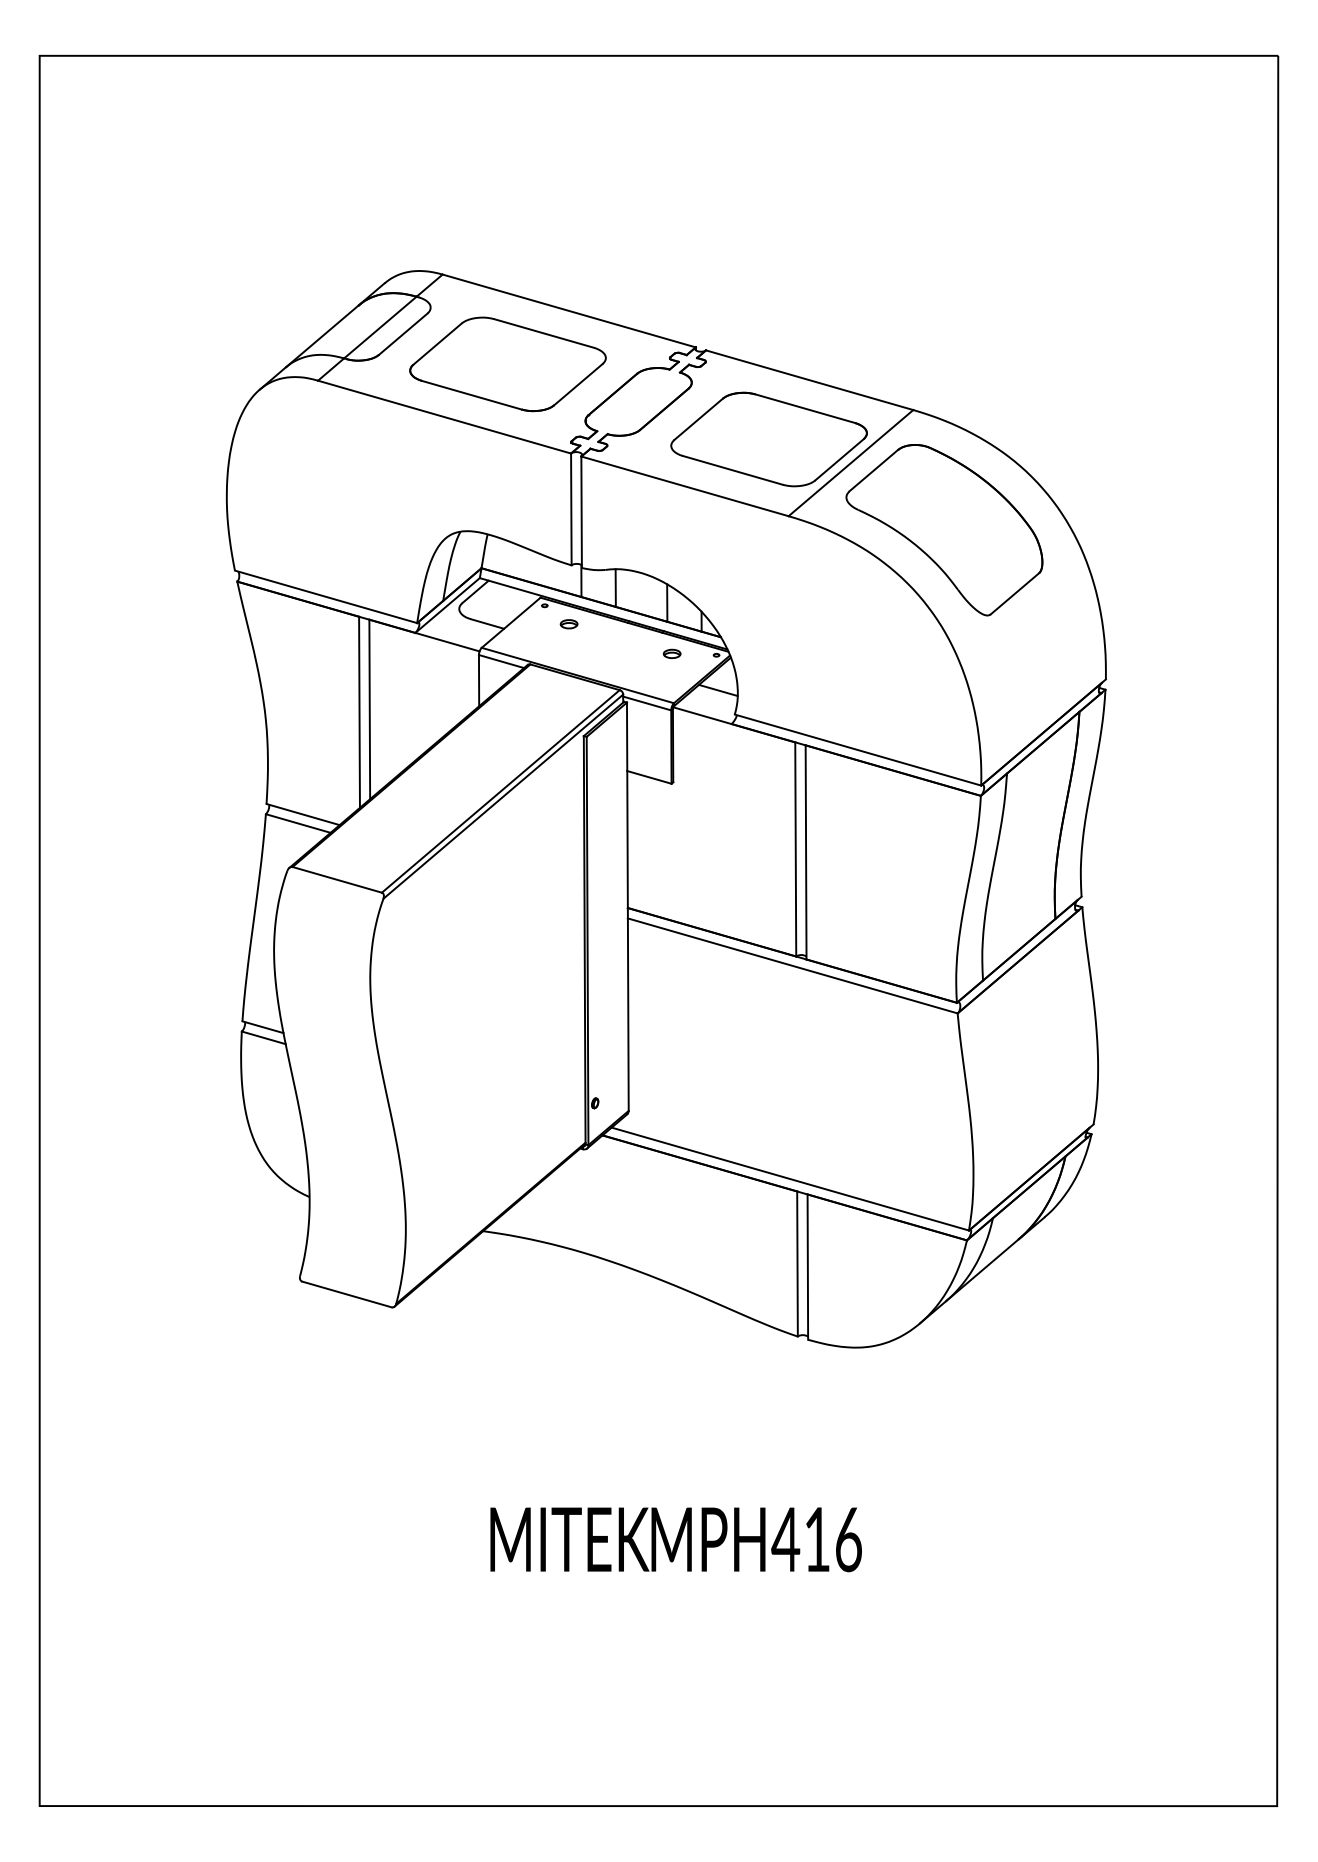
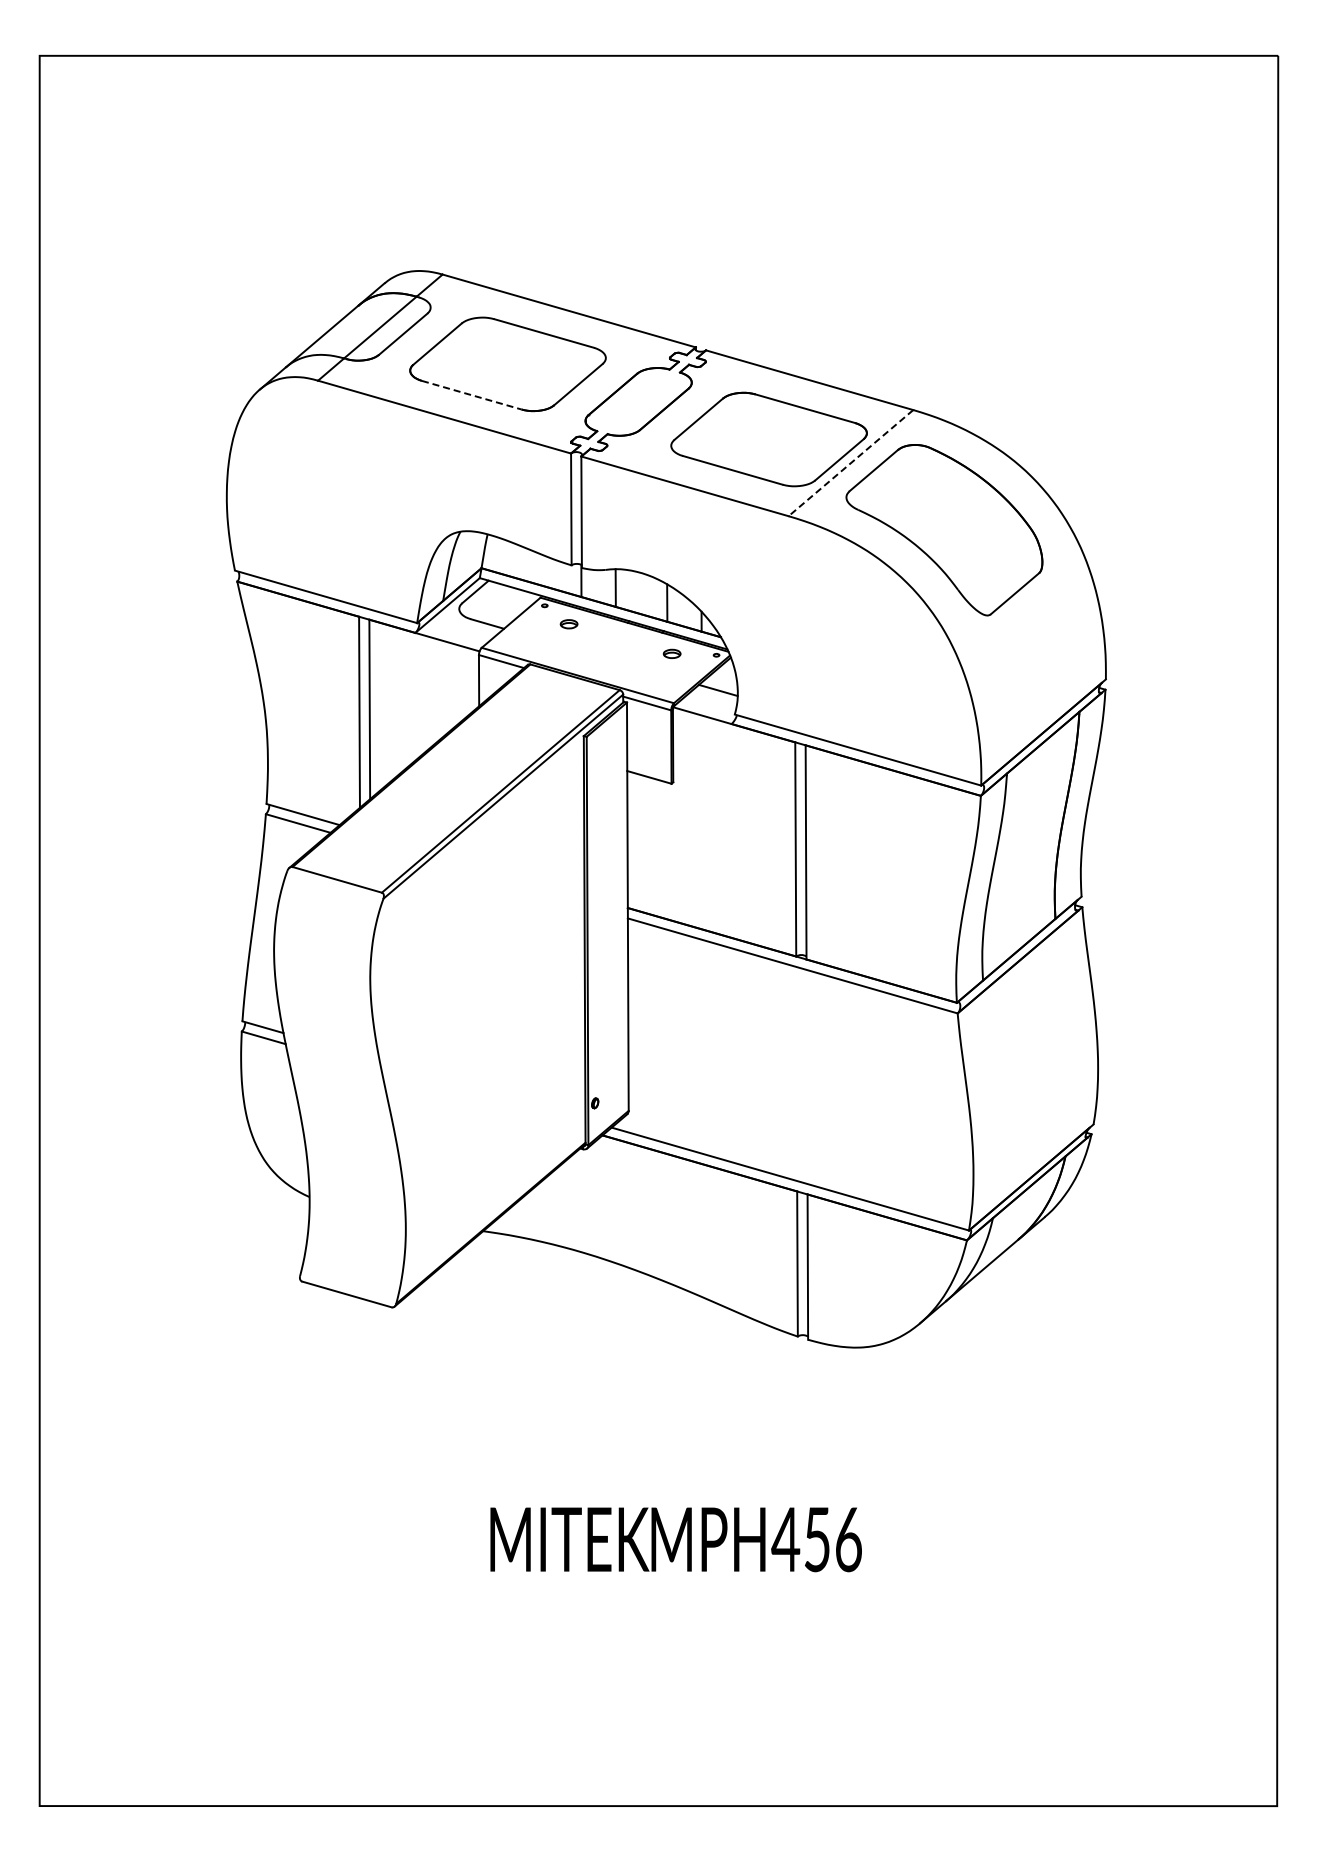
line at (471, 395): solid -> dashed
line at (850, 463): solid -> dashed
text at (817, 1539): MPH416 -> MPH456
